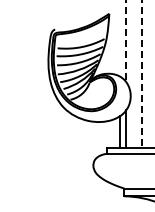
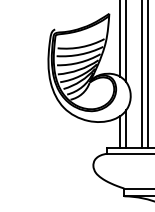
line at (120, 39): none -> present
line at (126, 41): dashed -> solid
line at (141, 74): dashed -> solid
line at (147, 75): none -> present
